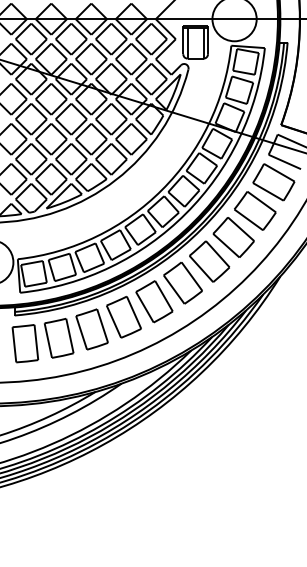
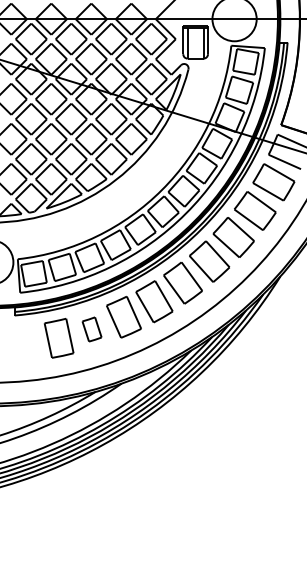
part at (91, 329) size: 34x43 px -> 22x27 px
part at (25, 343): present -> none
